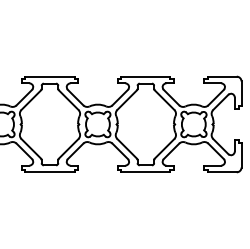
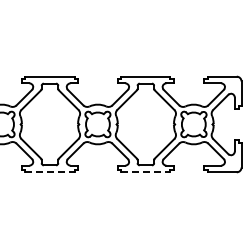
line at (49, 172): solid -> dashed
line at (145, 172): solid -> dashed
